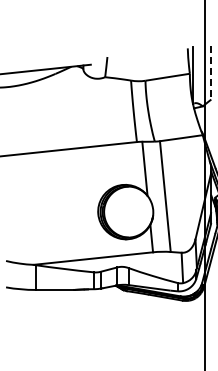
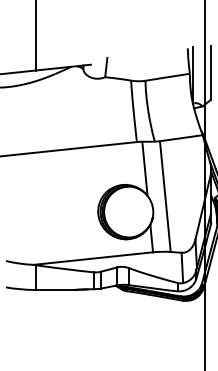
line at (35, 36): none -> present
line at (211, 72): dashed -> solid
